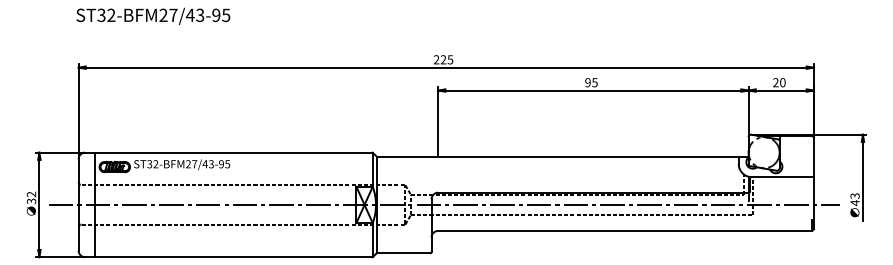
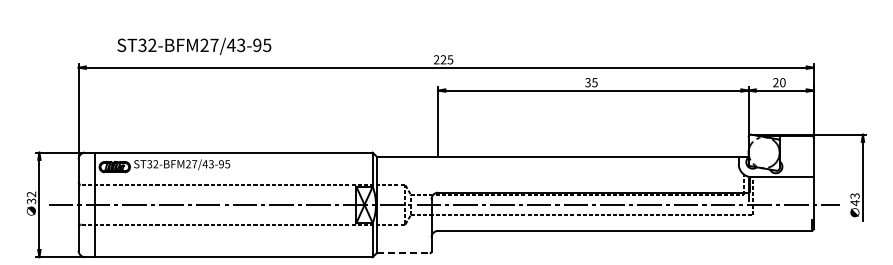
text at (153, 15) position: (153, 15) -> (194, 45)
text at (587, 82): 95 -> 35
line at (403, 253): solid -> dashed
